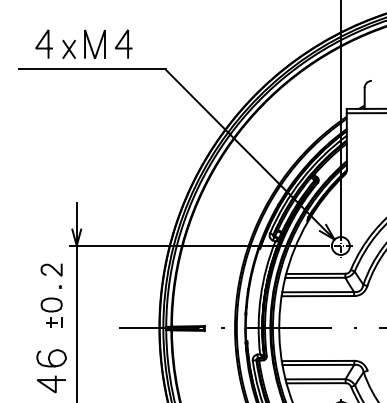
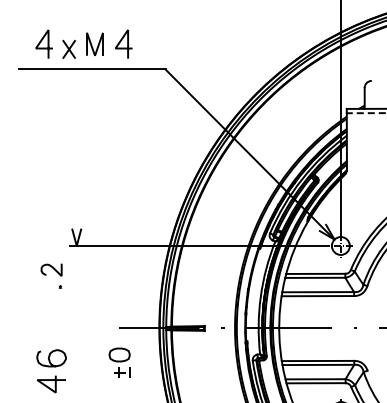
part at (94, 43) size: 22x30 px -> 18x24 px
line at (366, 113): solid -> dashed
line at (76, 300): present -> none
part at (51, 312) position: (51, 312) -> (119, 362)
